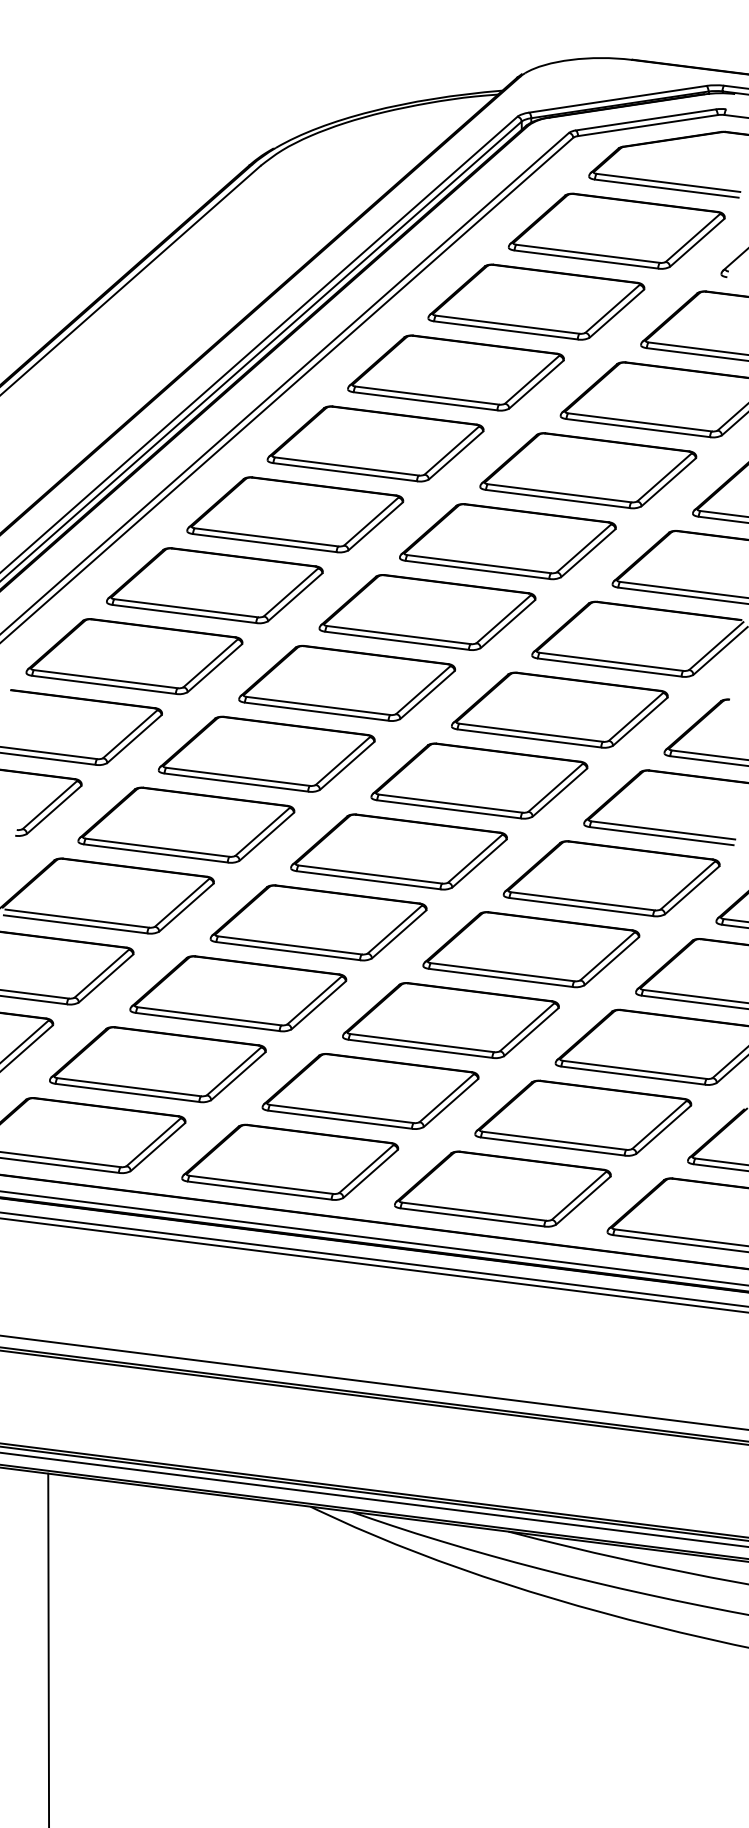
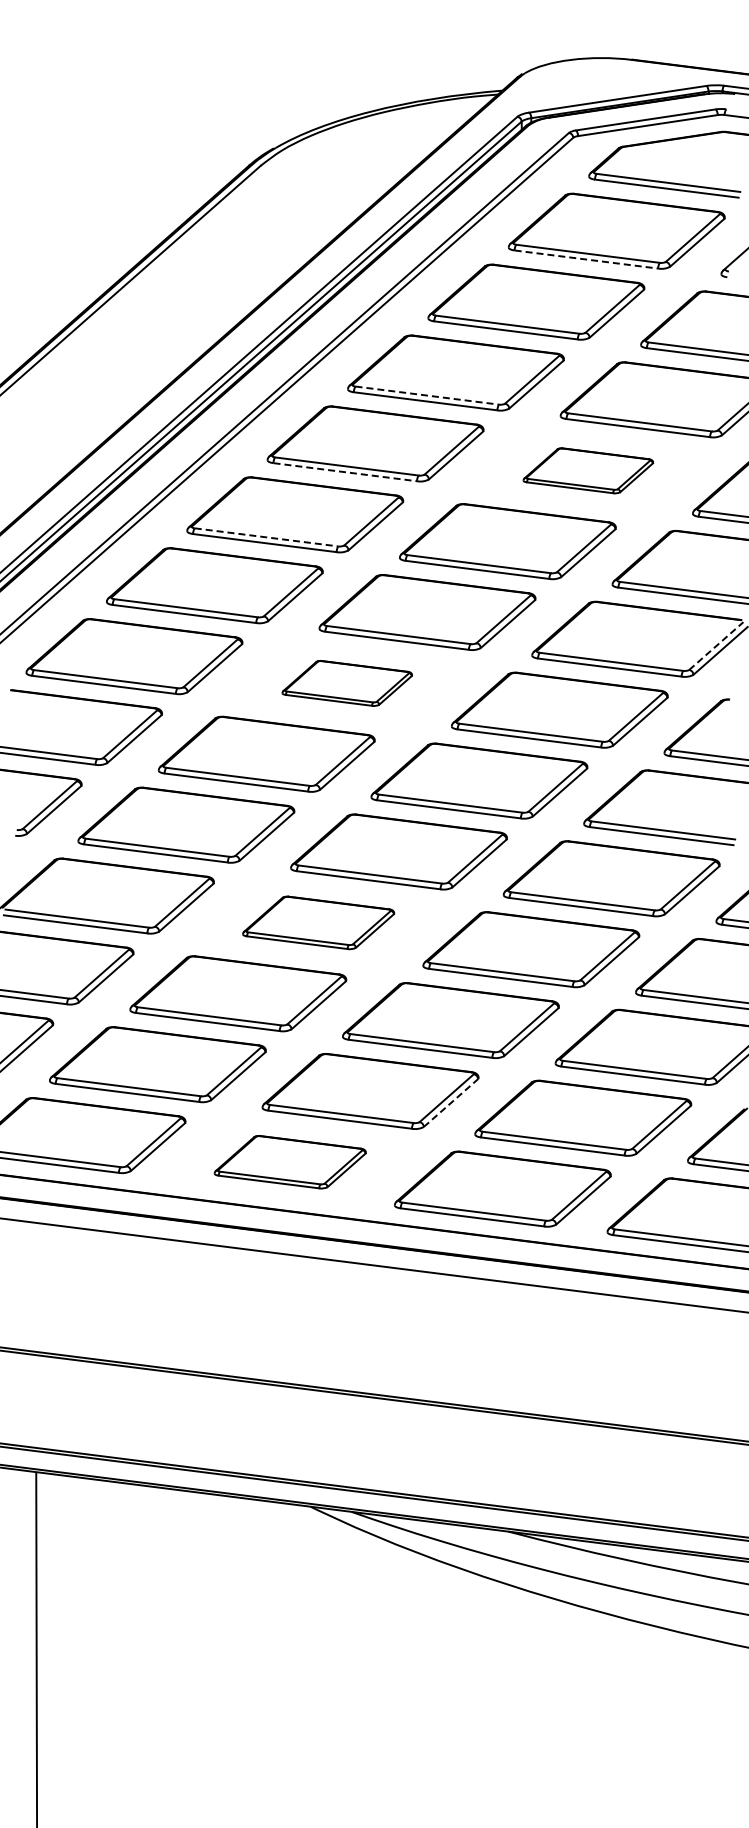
line at (586, 259): solid -> dashed
line at (427, 395): solid -> dashed
part at (588, 470) size: 219x78 px -> 133x48 px
line at (345, 472): solid -> dashed
line at (267, 537): solid -> dashed
line at (716, 645): solid -> dashed
part at (347, 683) size: 219x77 px -> 132x47 px
part at (318, 922) size: 219x78 px -> 154x56 px
line at (451, 1102): solid -> dashed
part at (290, 1161) size: 219x78 px -> 154x55 px
line at (373, 1238): present -> none
line at (373, 1259): present -> none
line at (373, 1382): present -> none
line at (373, 1499): present -> none
line at (48, 1648) position: (48, 1648) -> (36, 1648)
